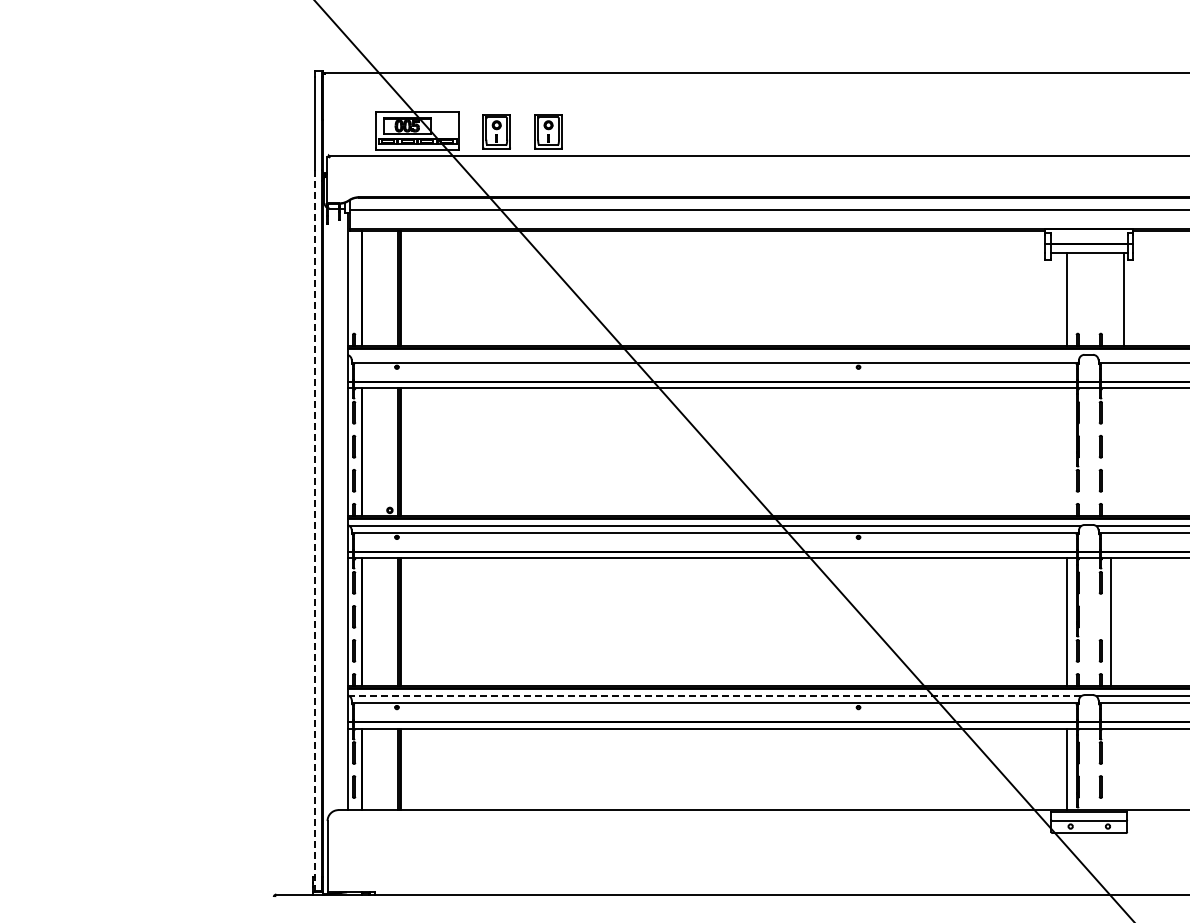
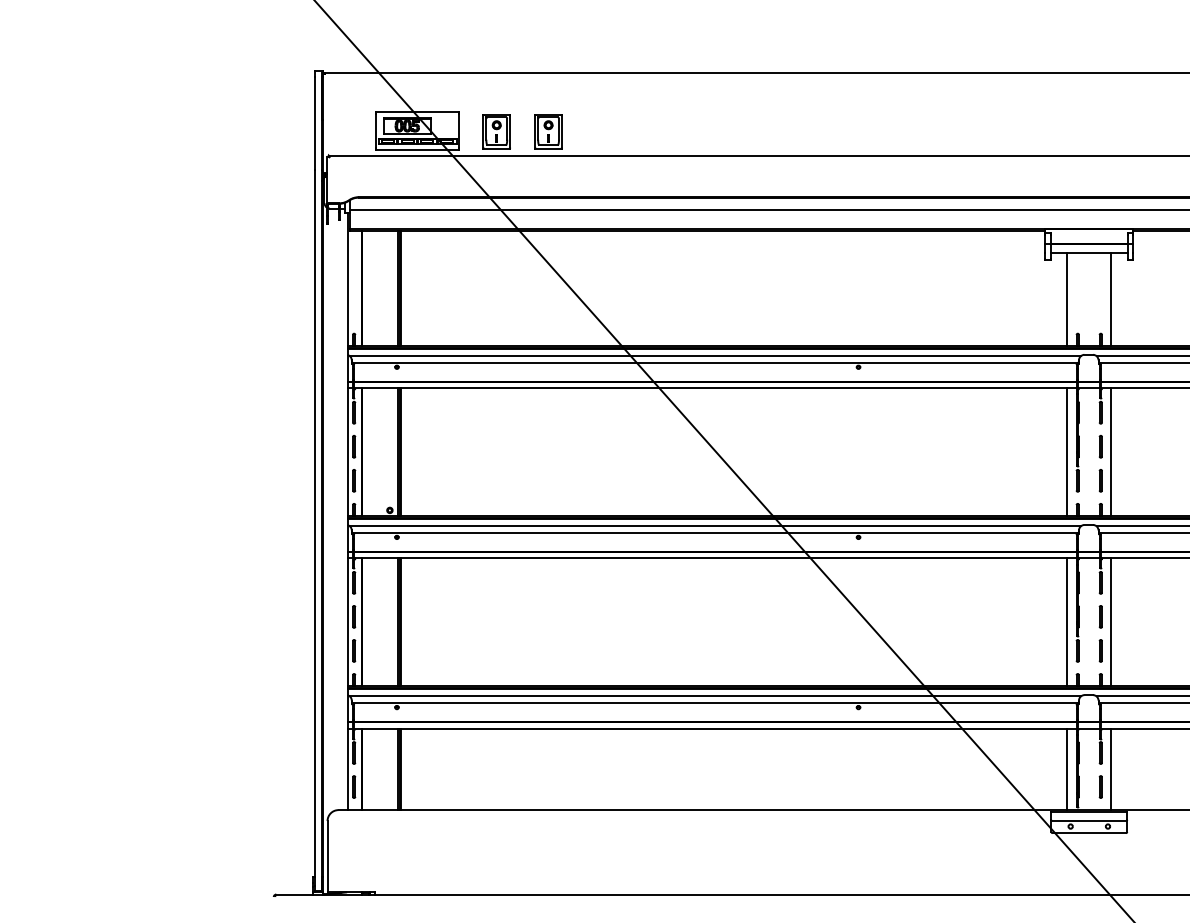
line at (1124, 298) position: (1124, 298) -> (1111, 298)
line at (715, 356): none -> present
line at (1141, 356): none -> present
line at (1067, 451): none -> present
line at (1111, 451): none -> present
line at (315, 528): dashed -> solid
line at (1100, 616): none -> present
line at (715, 696): dashed -> solid
line at (1111, 769): none -> present
